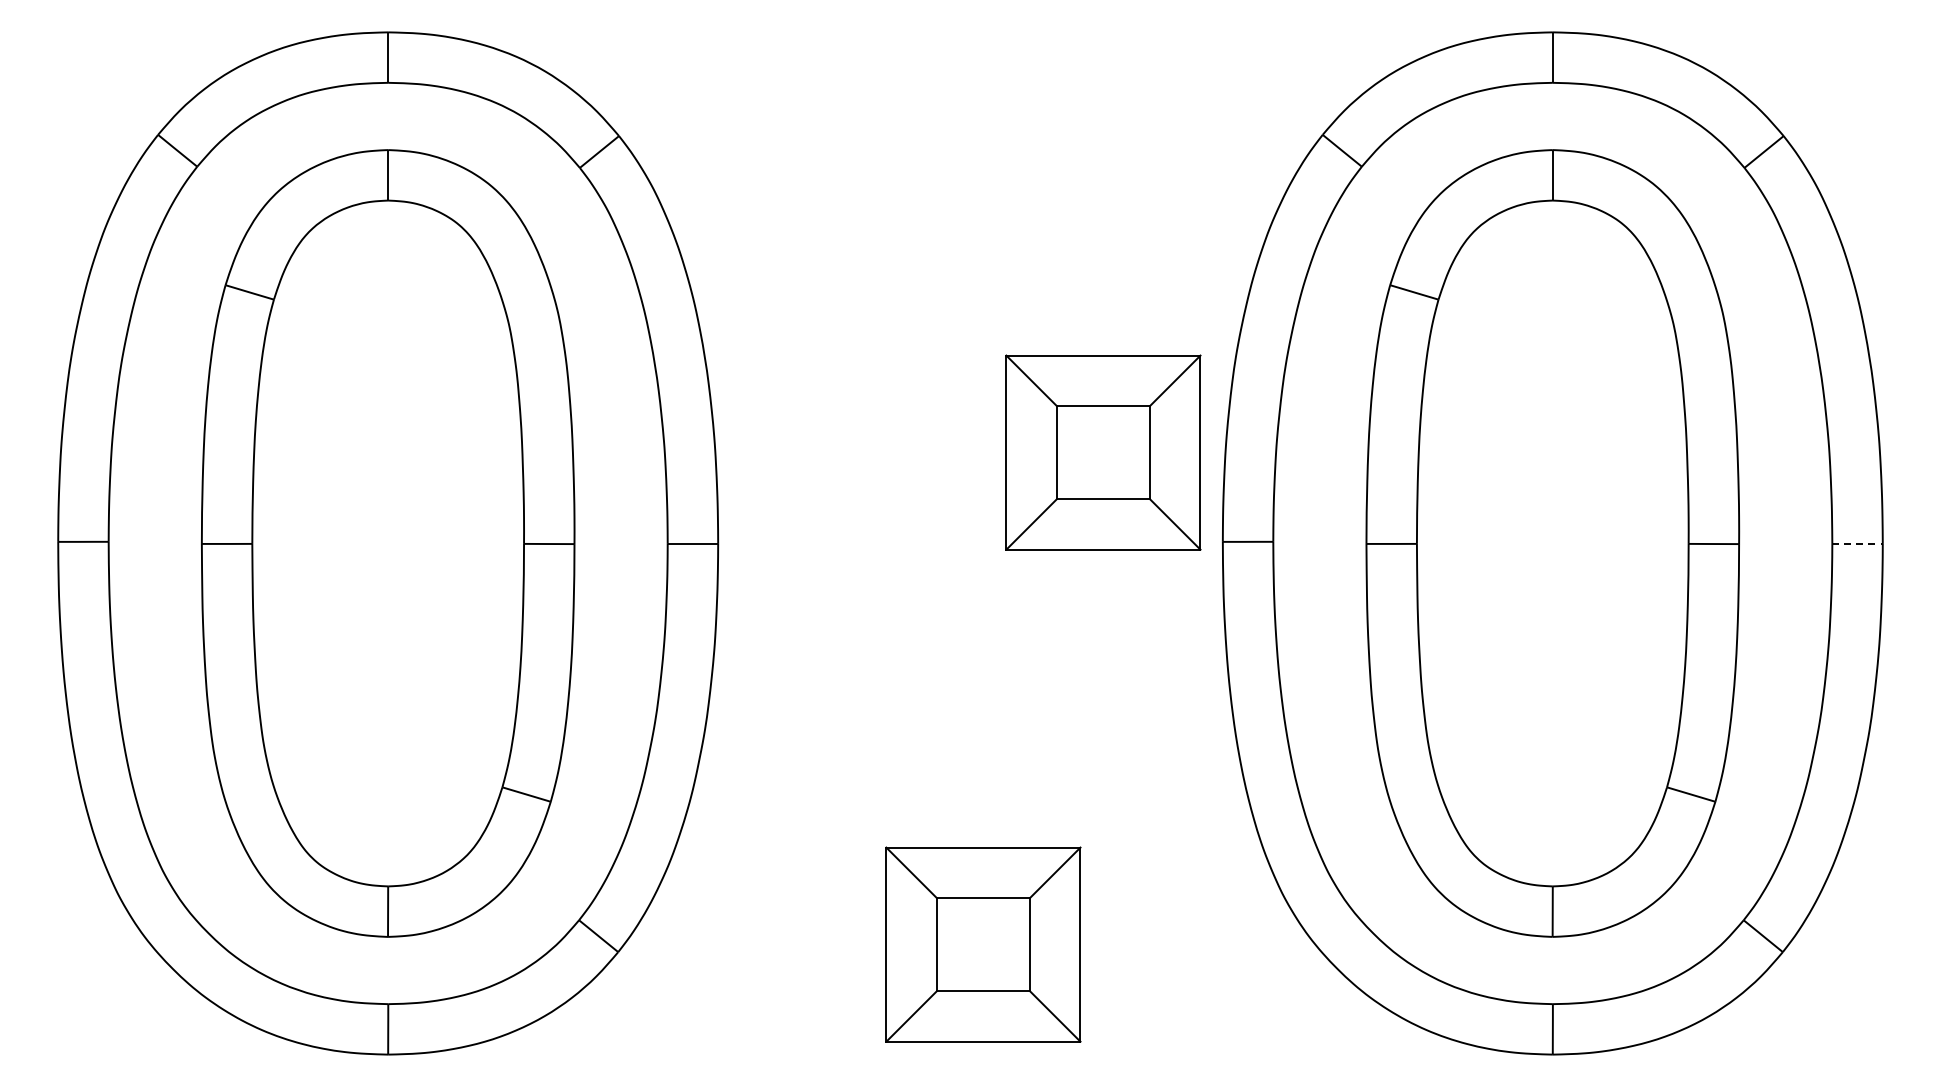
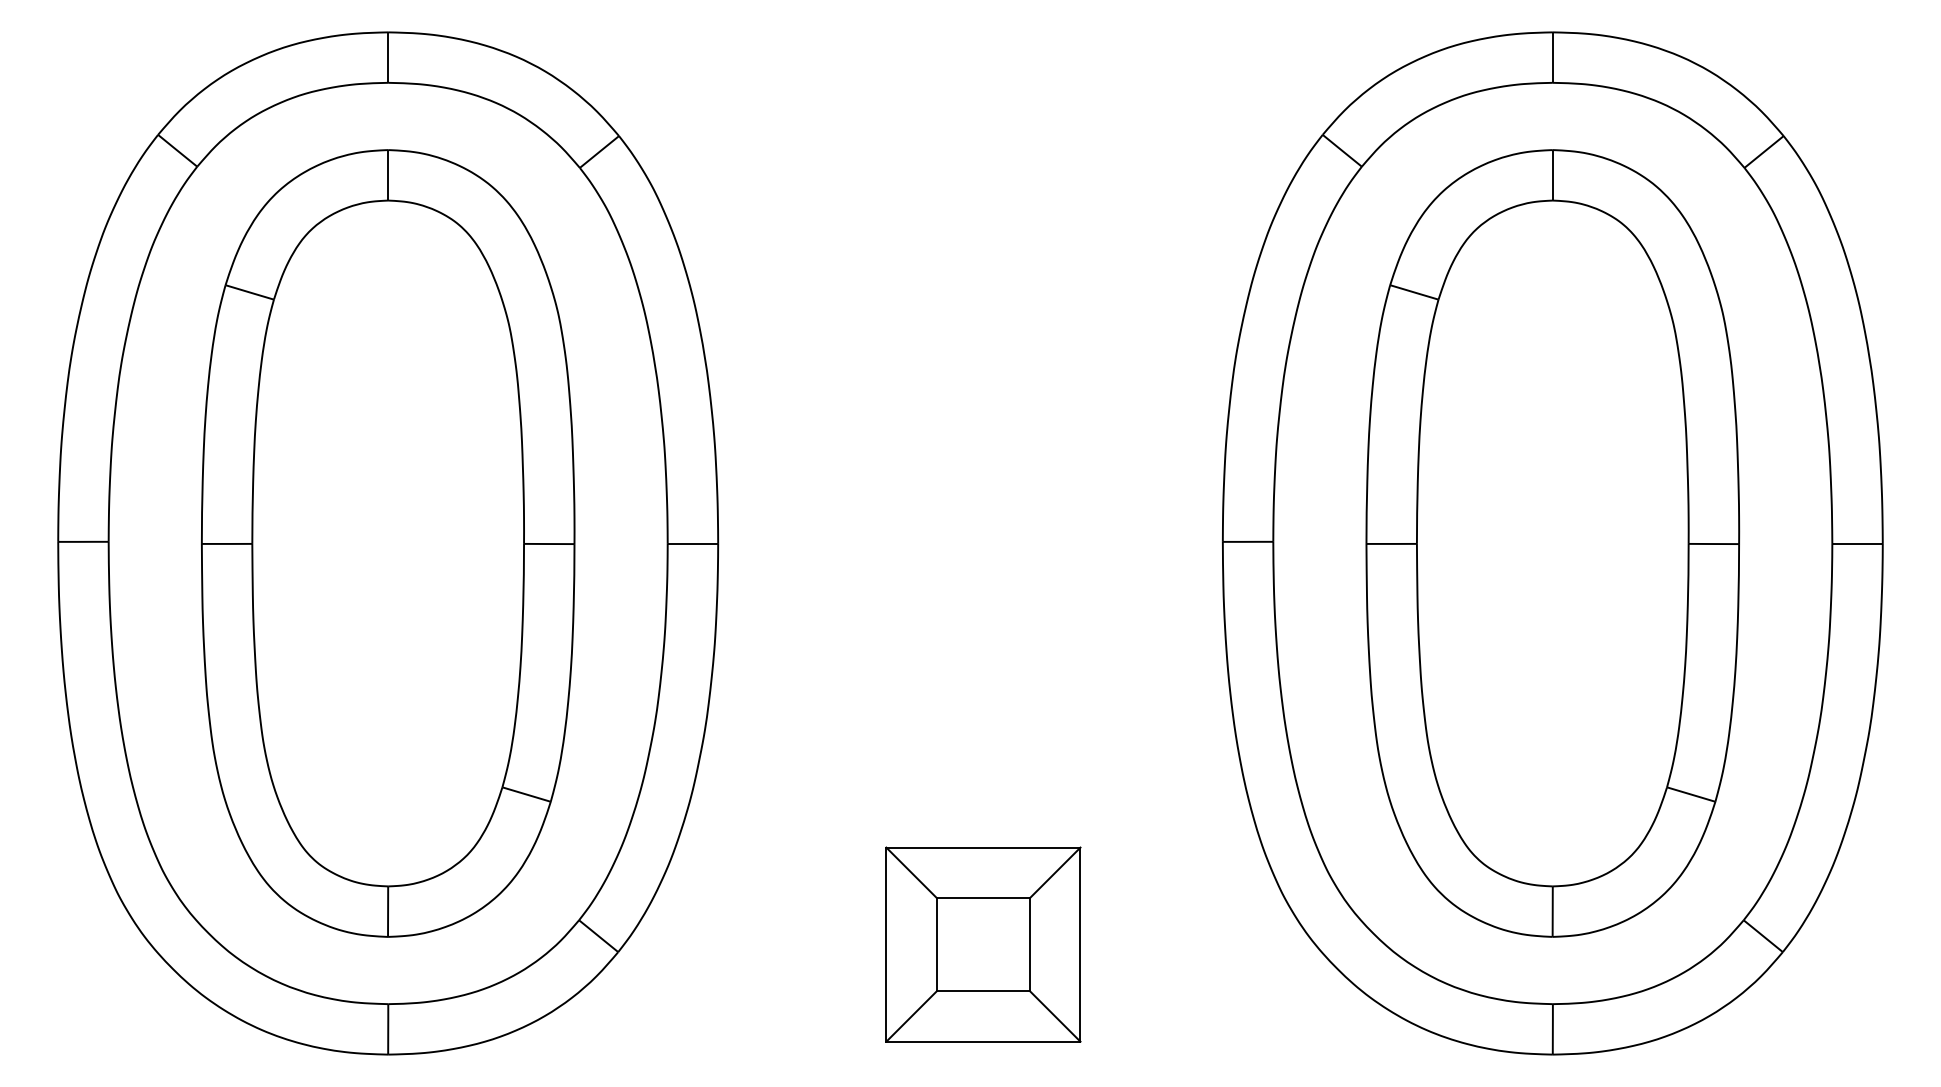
part at (1103, 452): present -> none
line at (1857, 543): dashed -> solid
